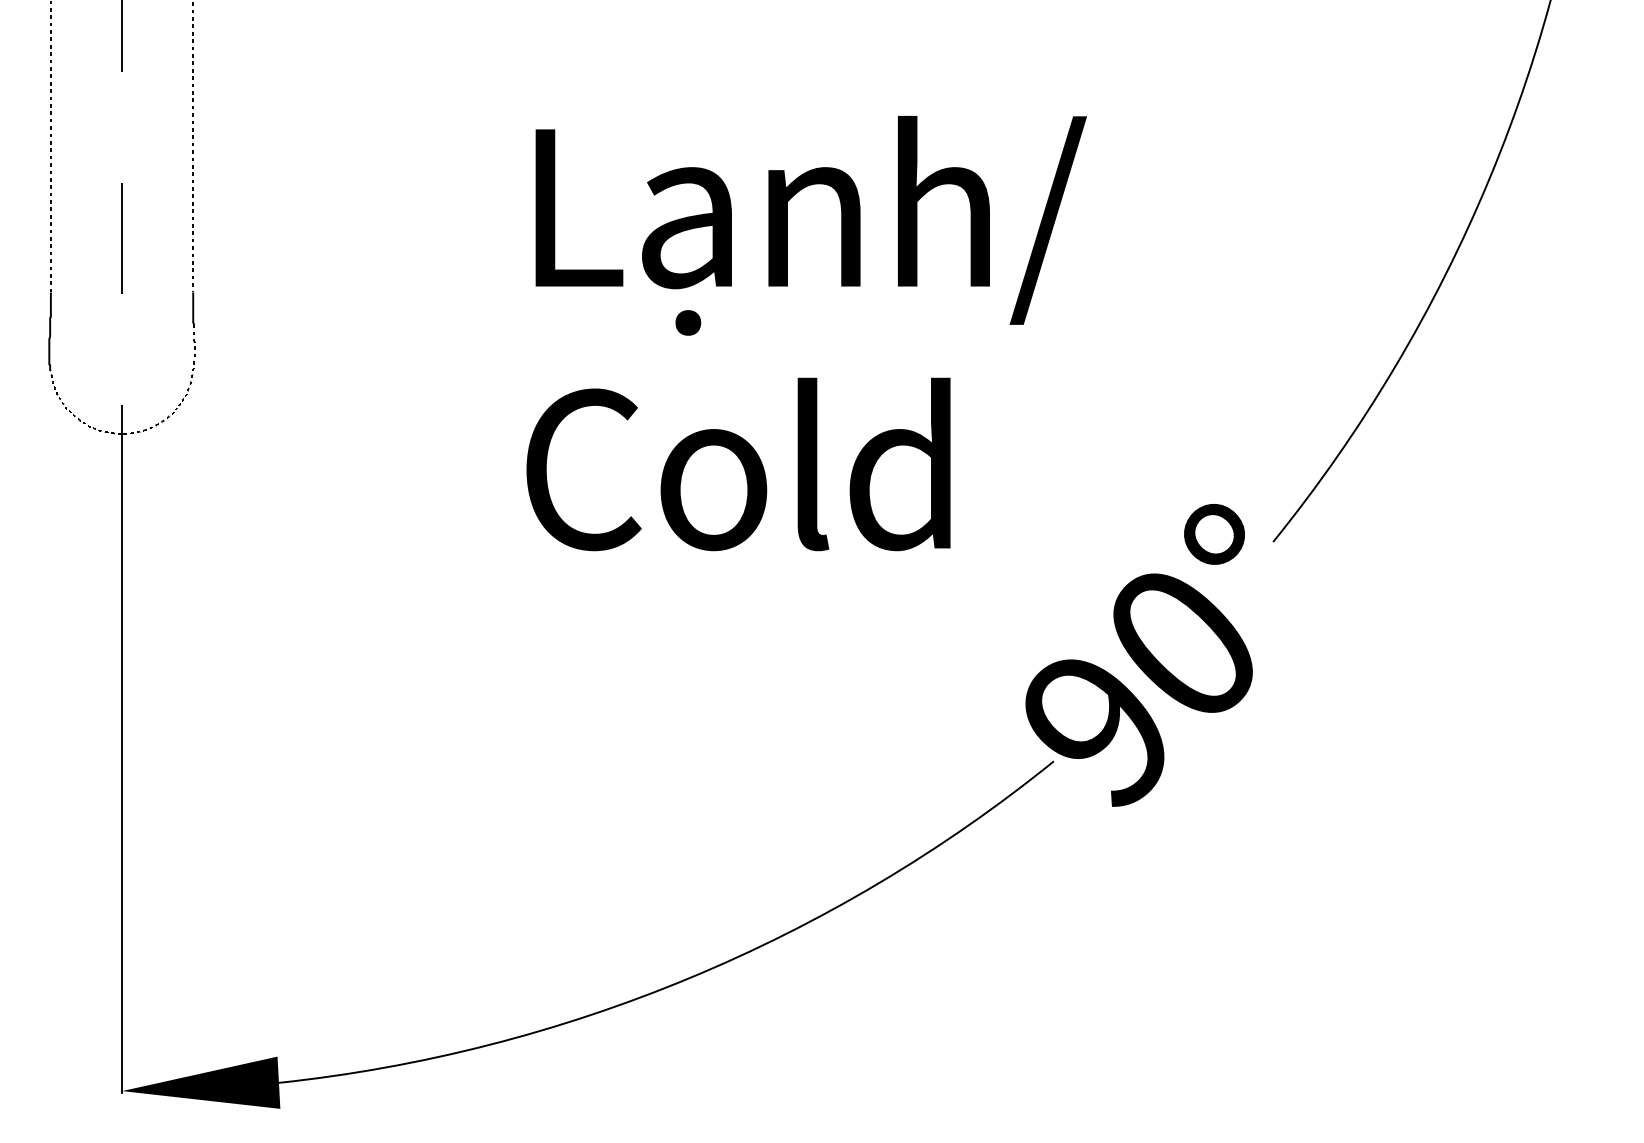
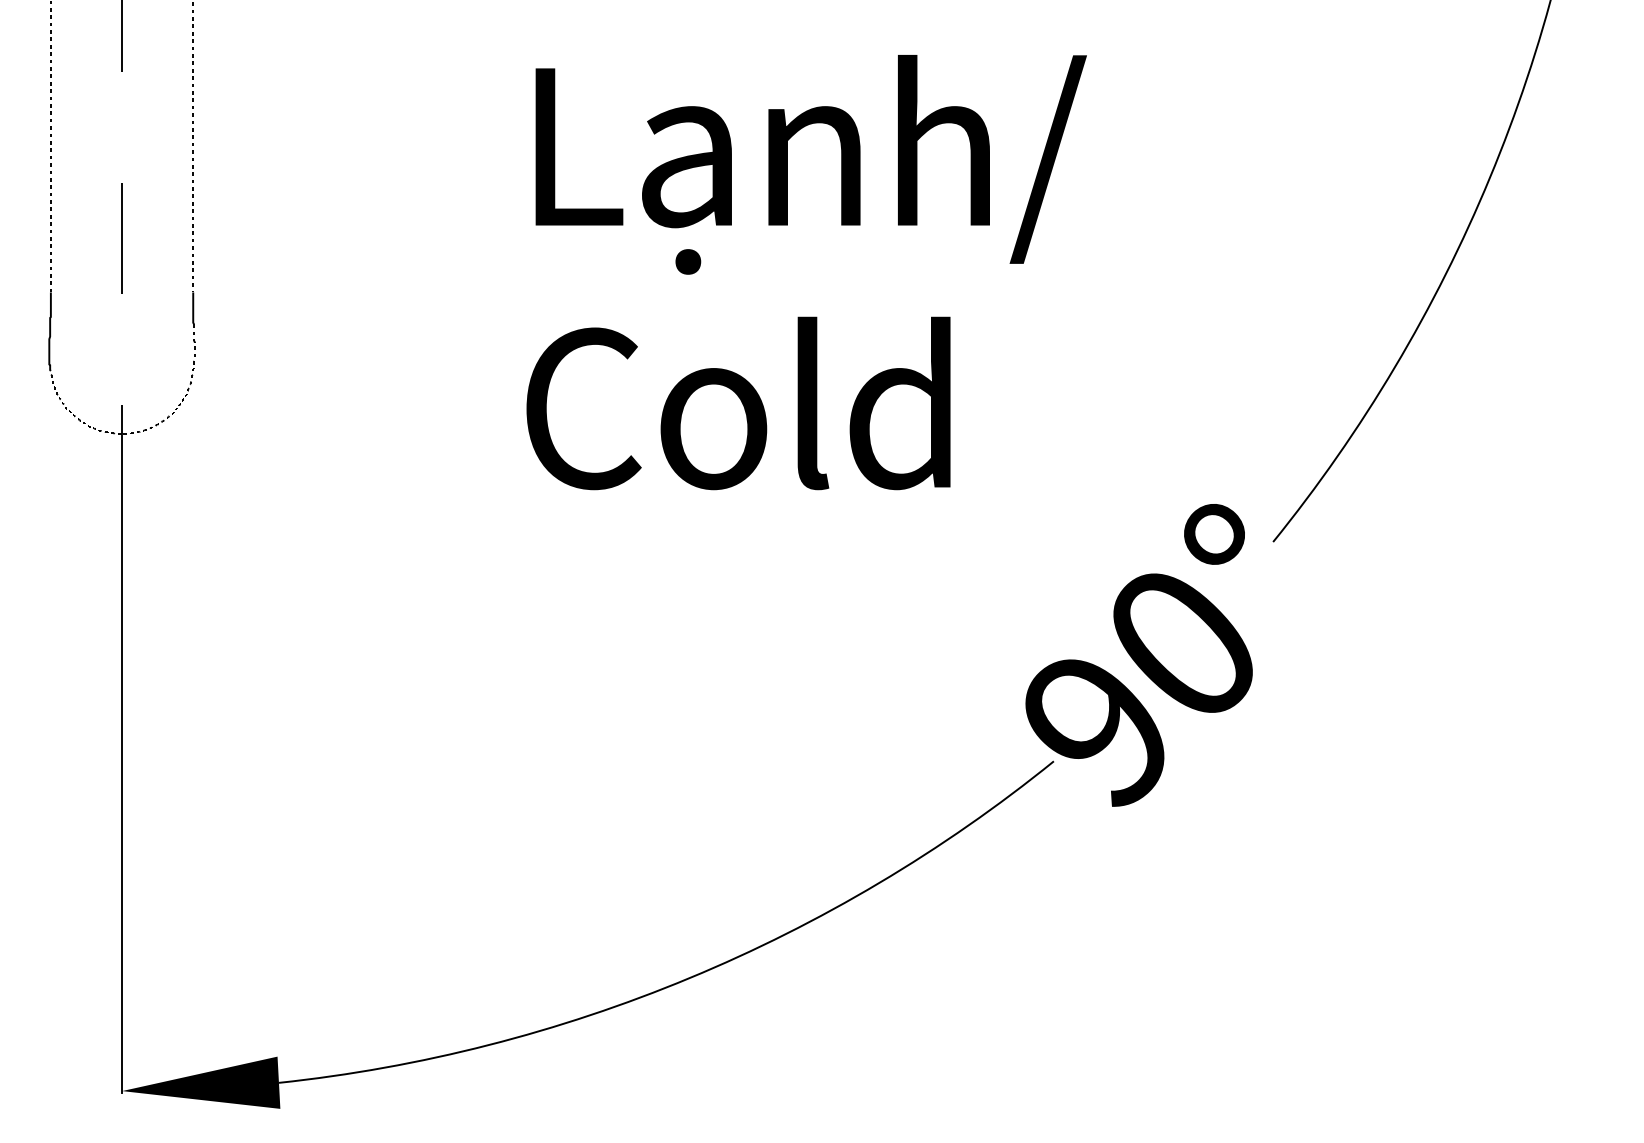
text at (806, 333) position: (806, 333) -> (806, 272)
